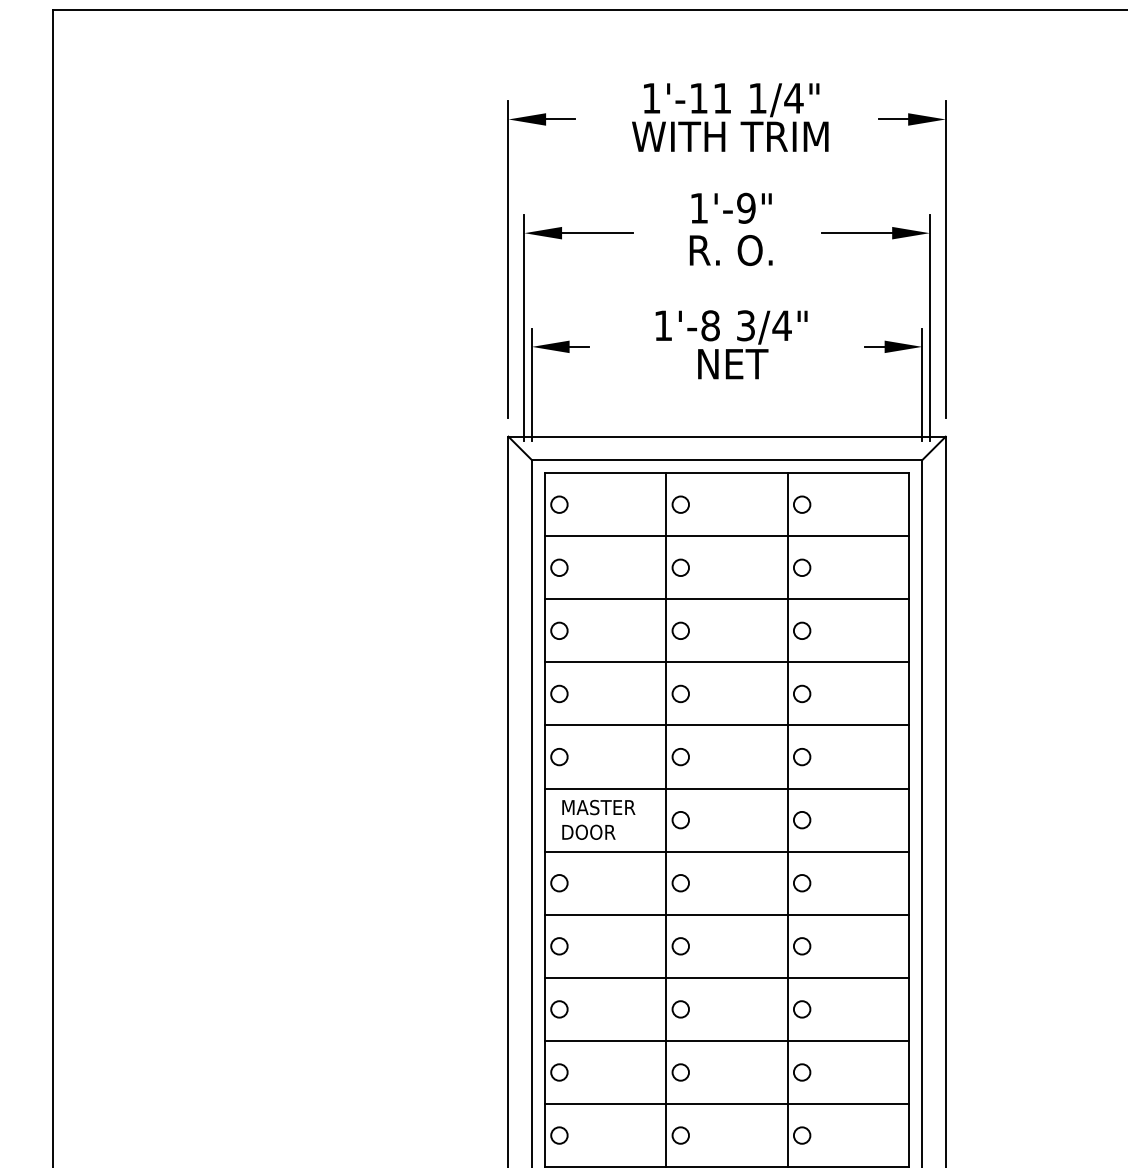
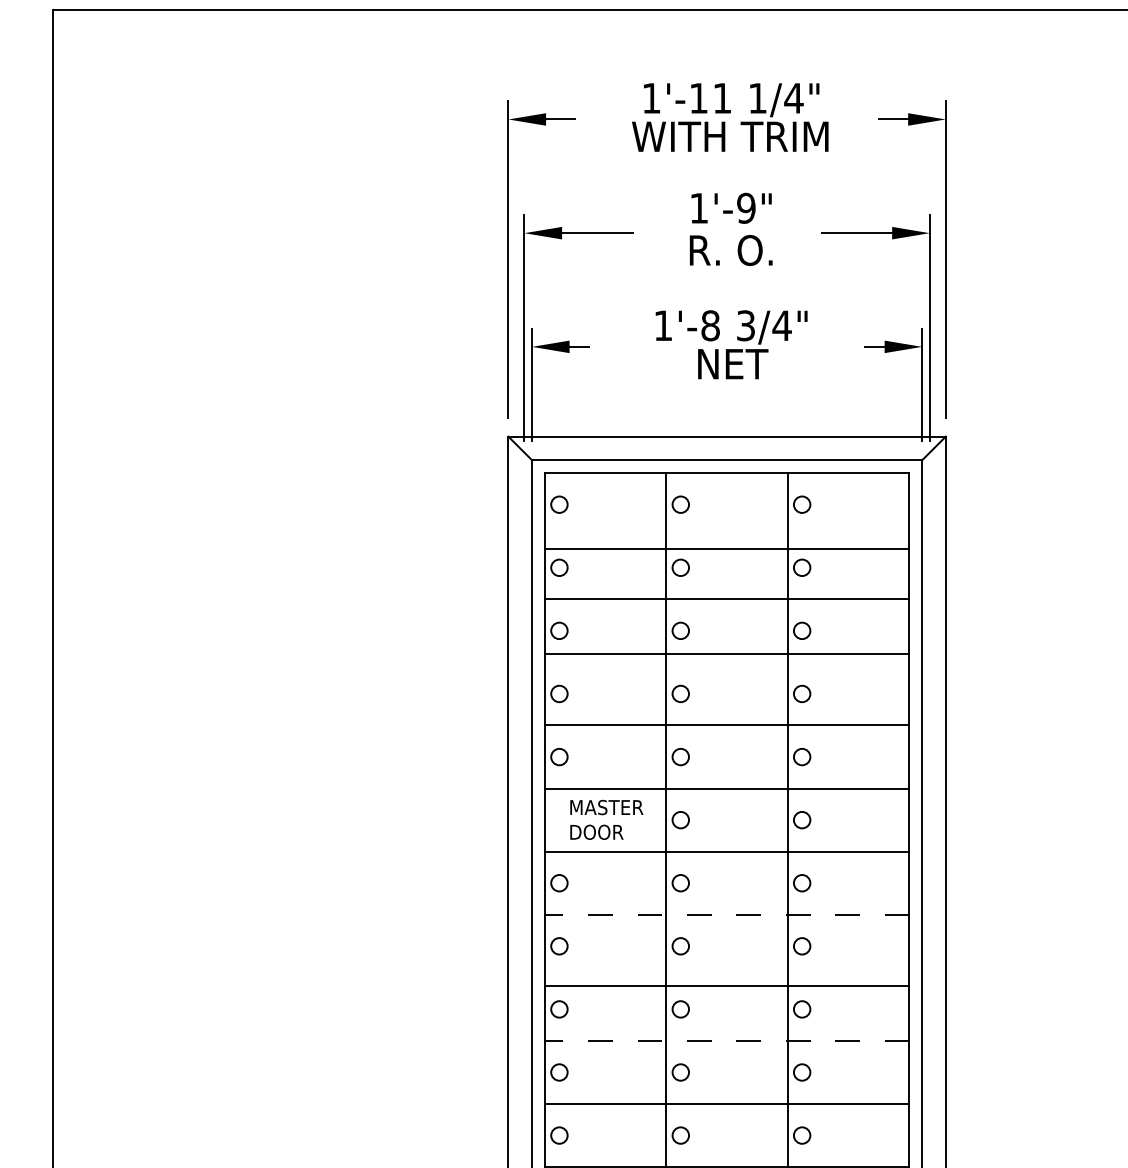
line at (726, 536) position: (726, 536) -> (726, 549)
line at (726, 662) position: (726, 662) -> (726, 654)
text at (598, 819) position: (598, 819) -> (606, 819)
line at (726, 914): solid -> dashed
line at (726, 977) position: (726, 977) -> (726, 985)
line at (726, 1040): solid -> dashed
